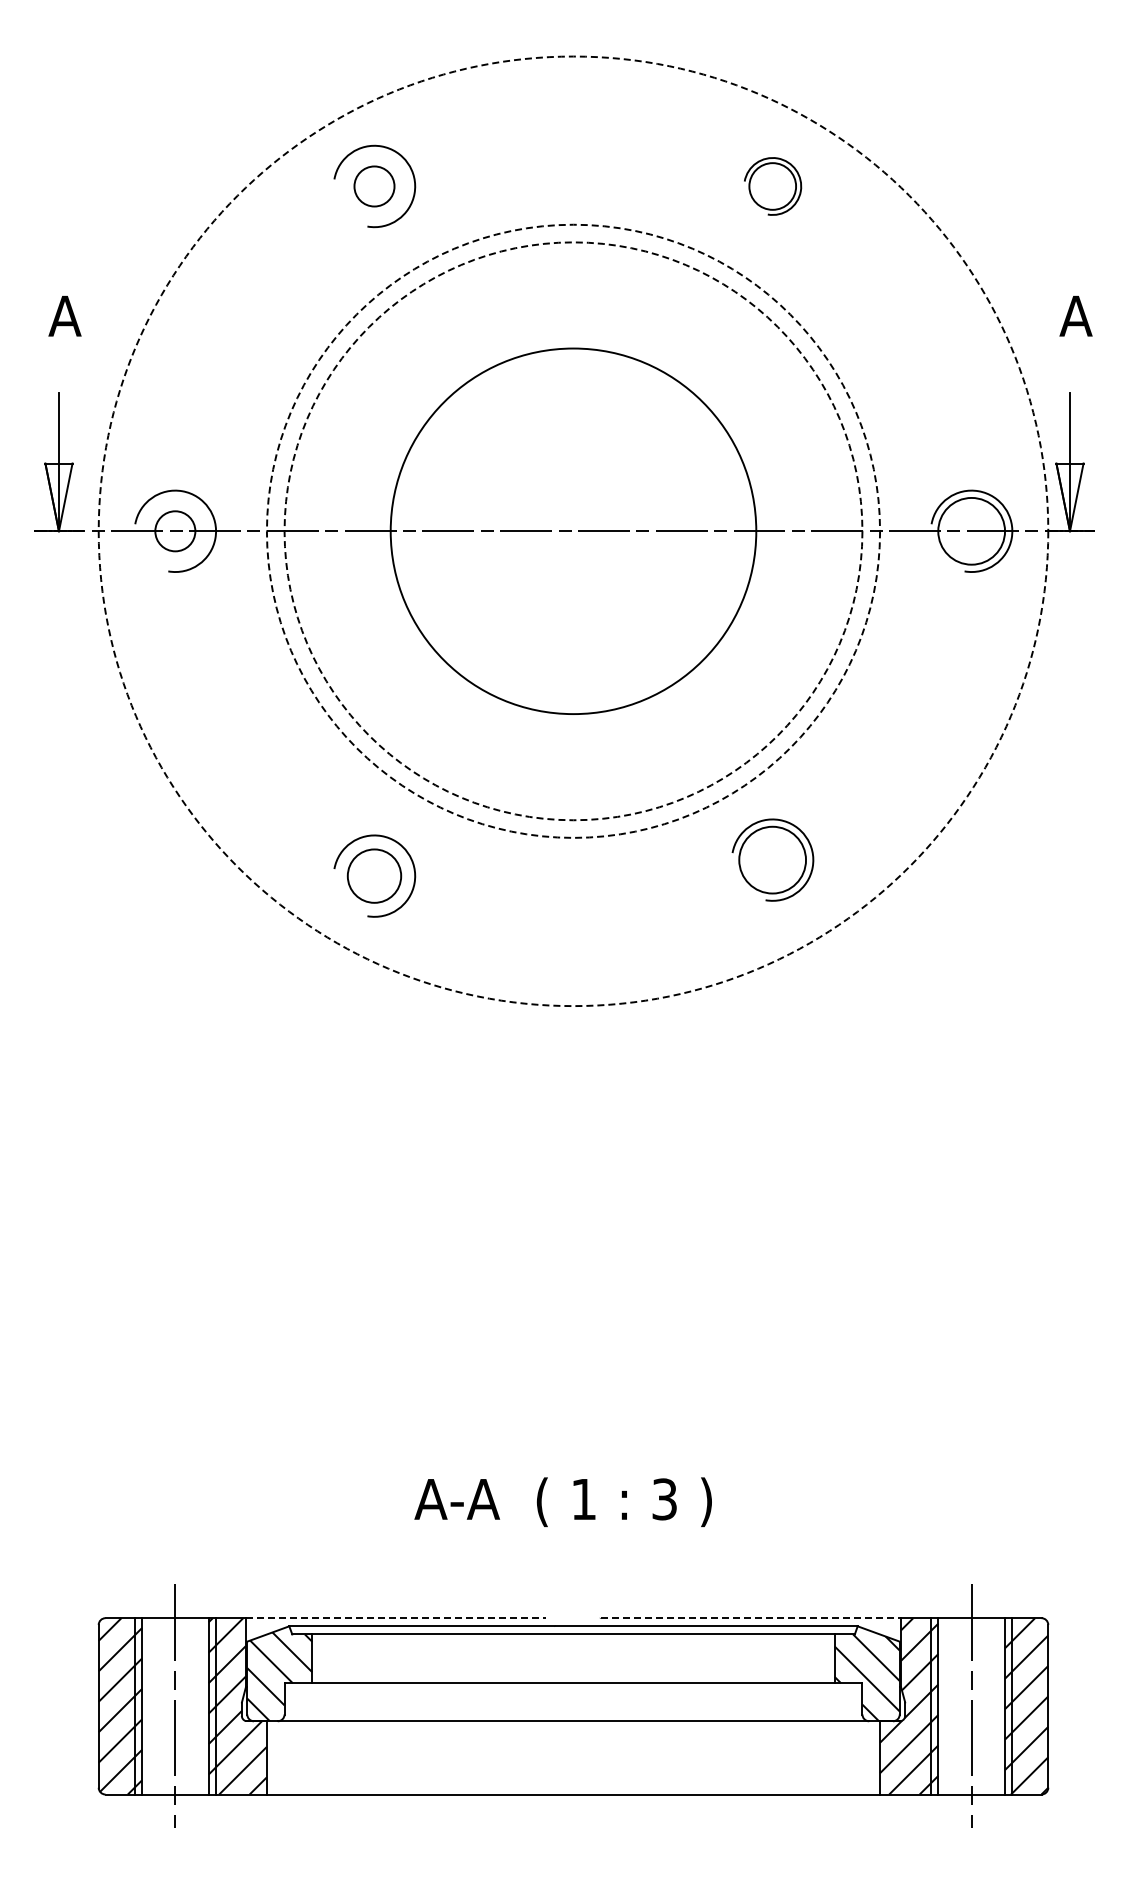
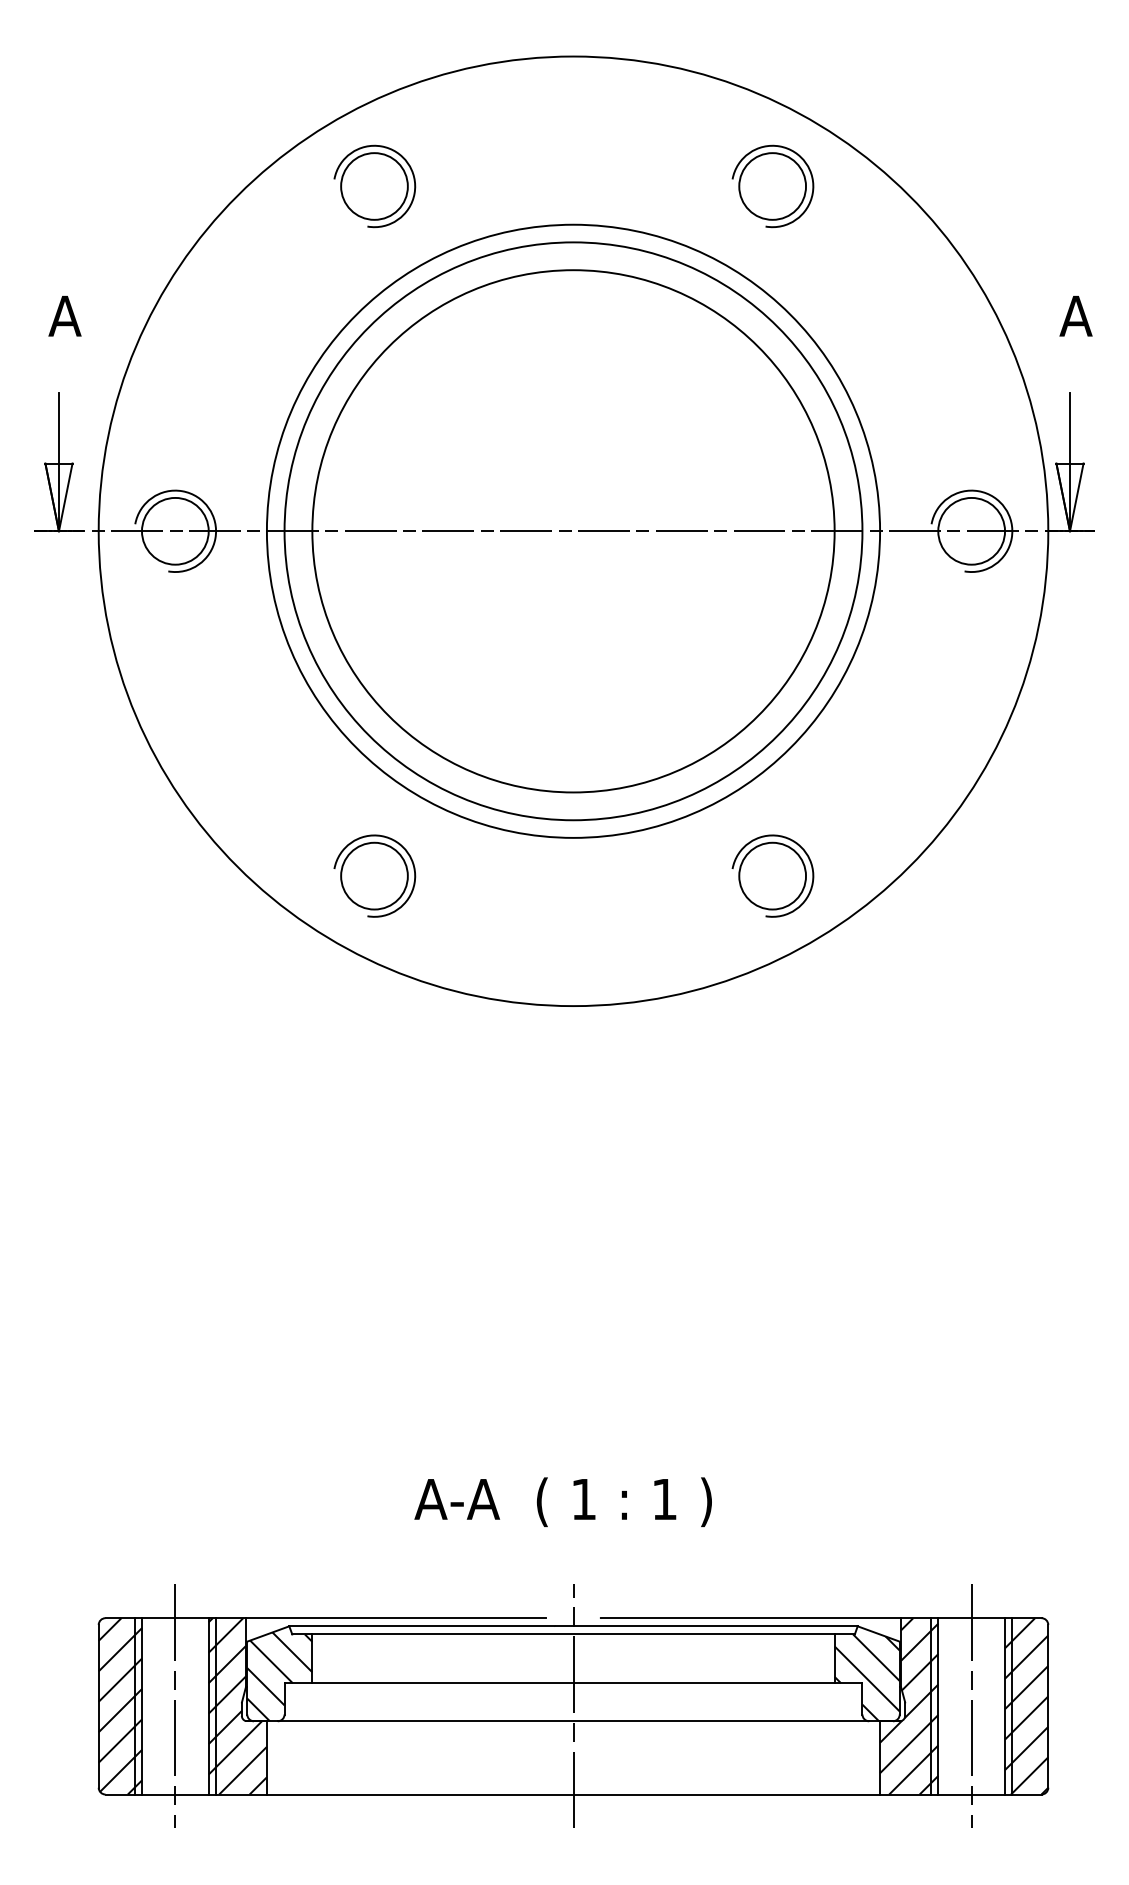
circle at (374, 186) diameter: 40 px -> 67 px
part at (773, 186) size: 59x59 px -> 84x85 px
circle at (573, 530): dashed -> solid
circle at (175, 531) diameter: 40 px -> 67 px
circle at (573, 531) diameter: 366 px -> 522 px
circle at (573, 531): dashed -> solid
circle at (573, 531): dashed -> solid
part at (772, 859) position: (772, 859) -> (772, 875)
circle at (374, 875) diameter: 53 px -> 67 px
text at (664, 1499): 3 -> 1
line at (396, 1618): dashed -> solid
line at (751, 1618): dashed -> solid
line at (573, 1706): none -> present
